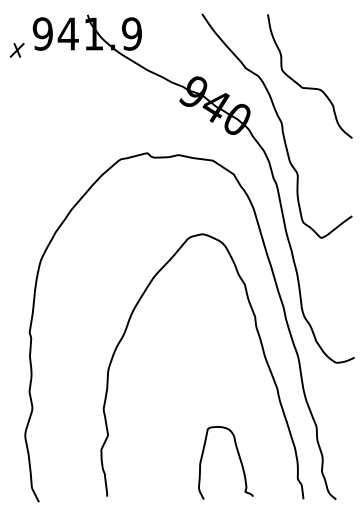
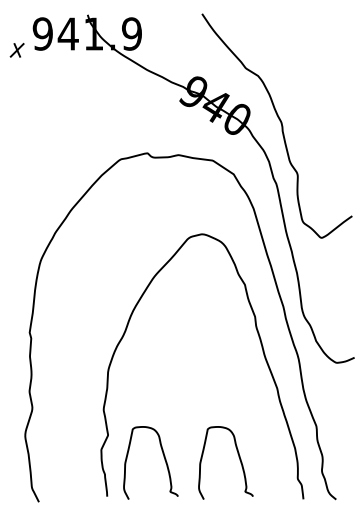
curve at (309, 87): present -> none
curve at (163, 457): none -> present
